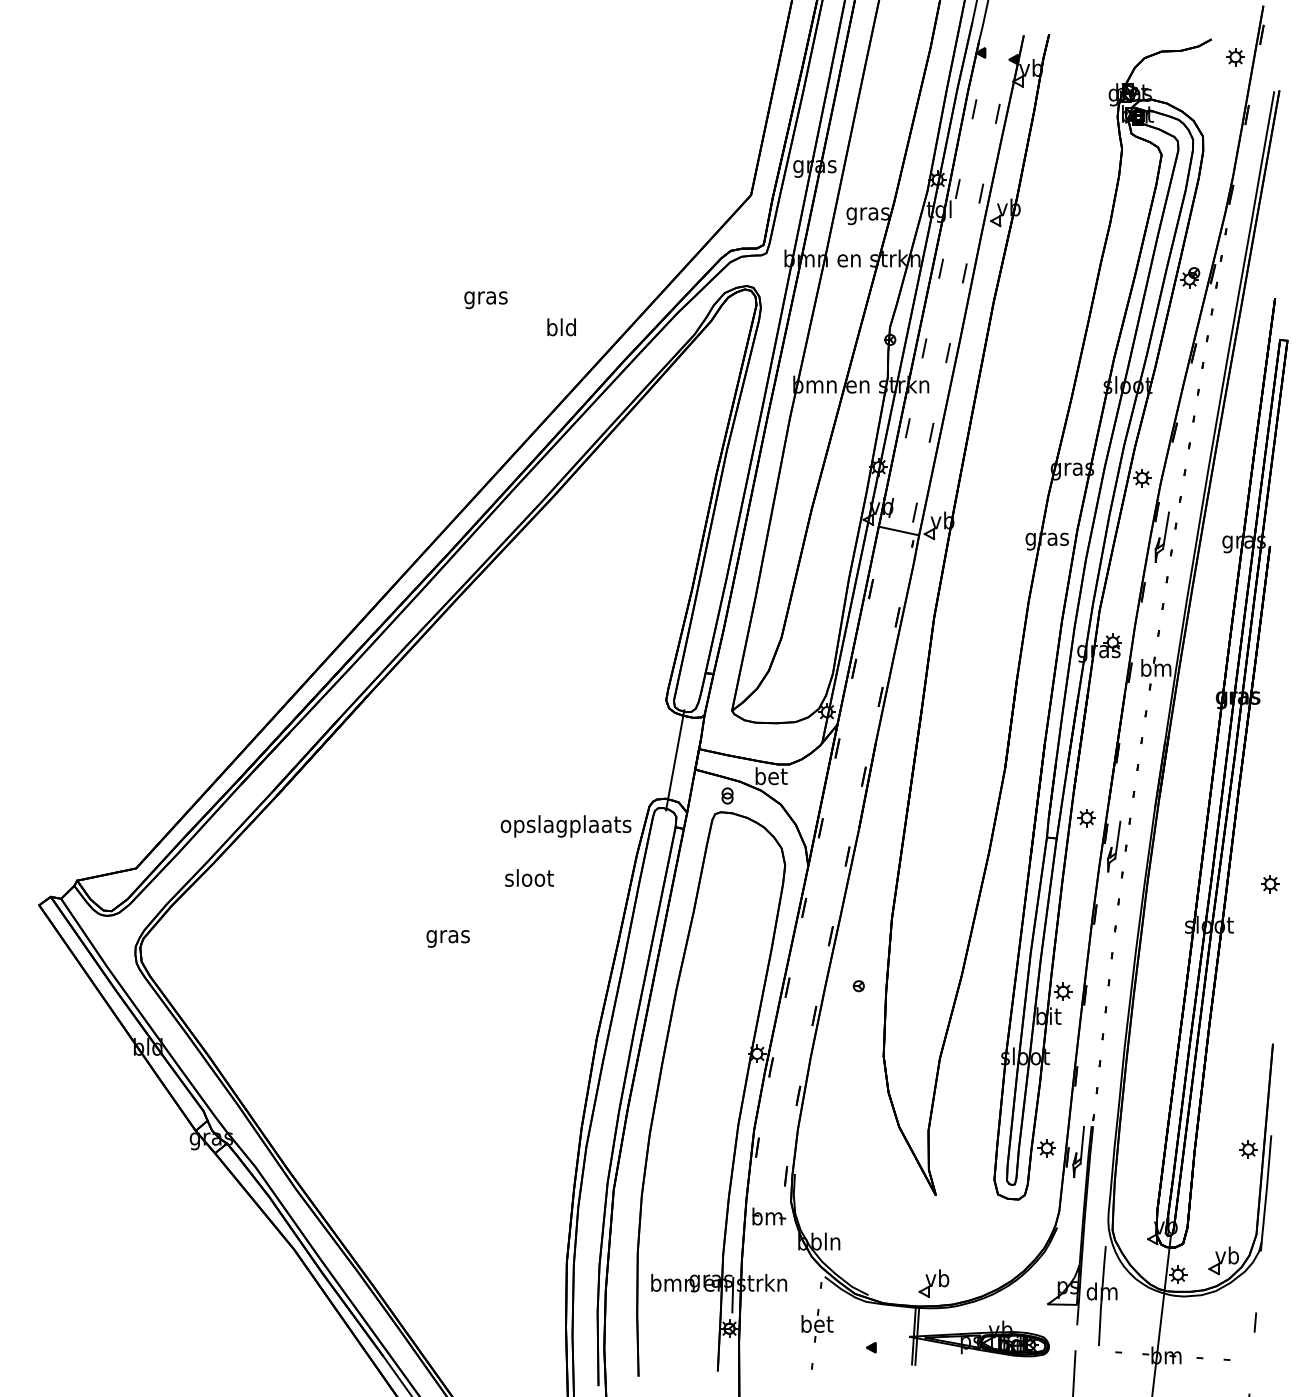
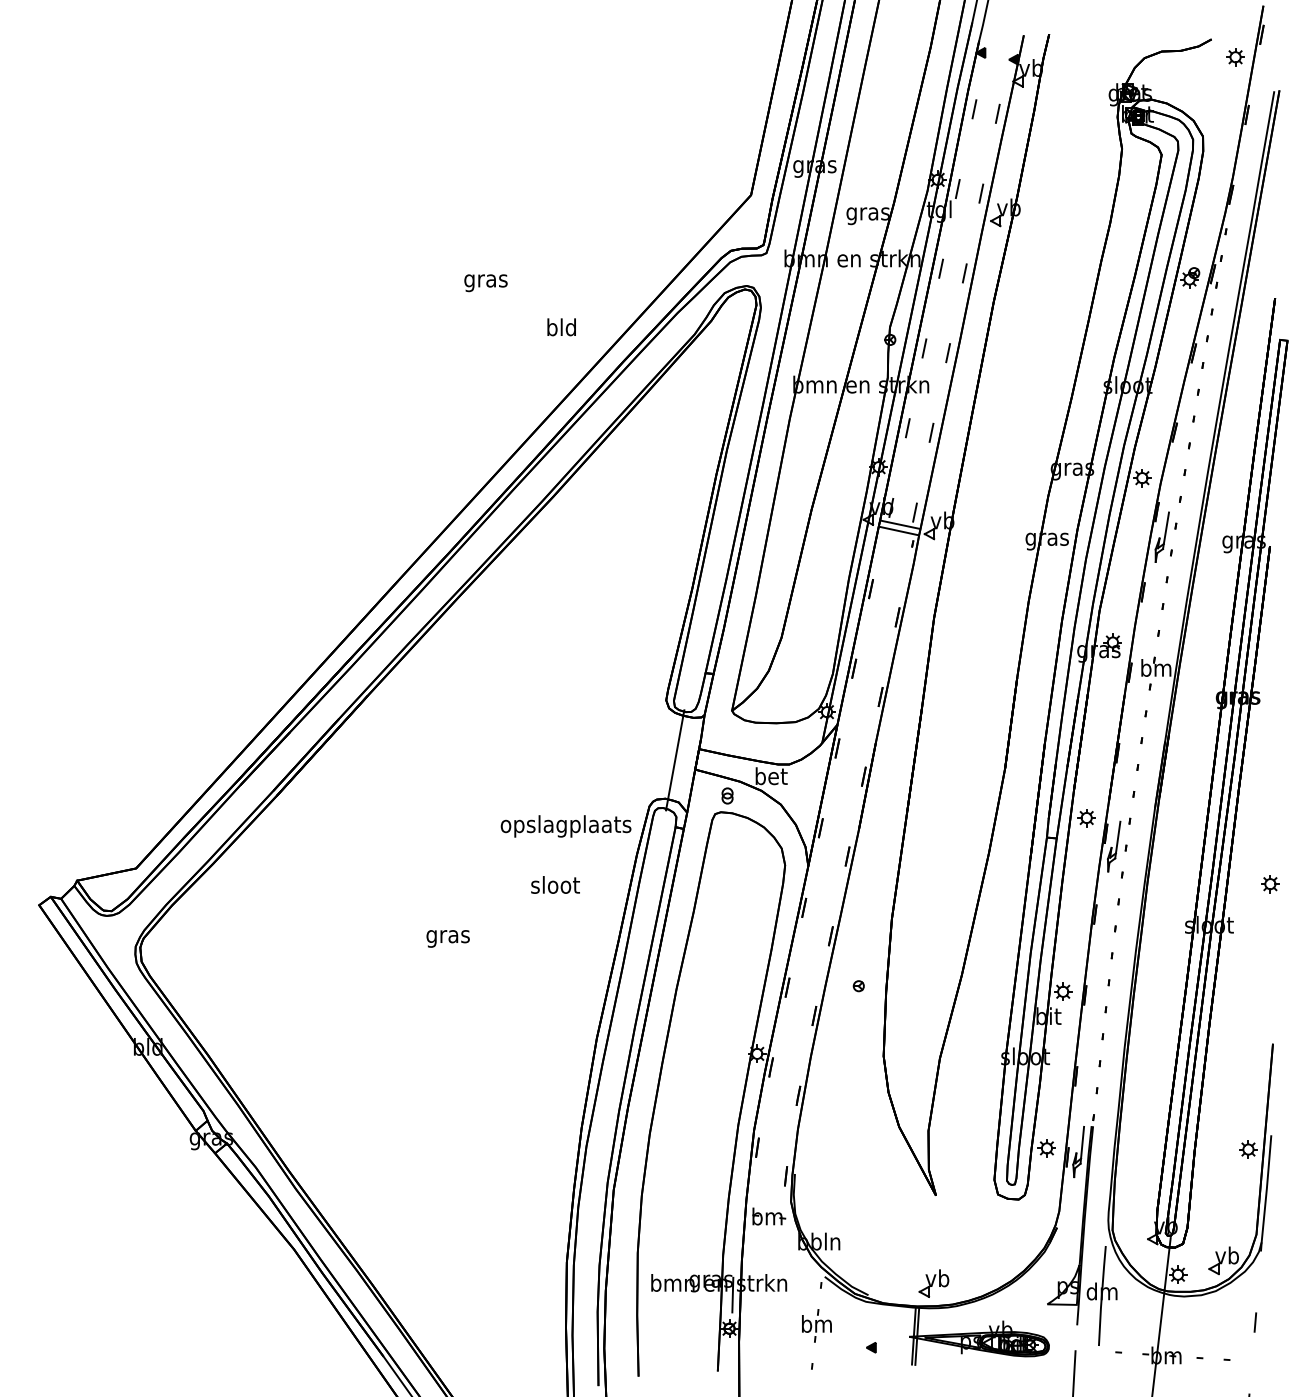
text at (485, 300) position: (485, 300) -> (485, 283)
line at (899, 524): none -> present
text at (529, 877) position: (529, 877) -> (555, 884)
text at (817, 1323): bet -> bm
